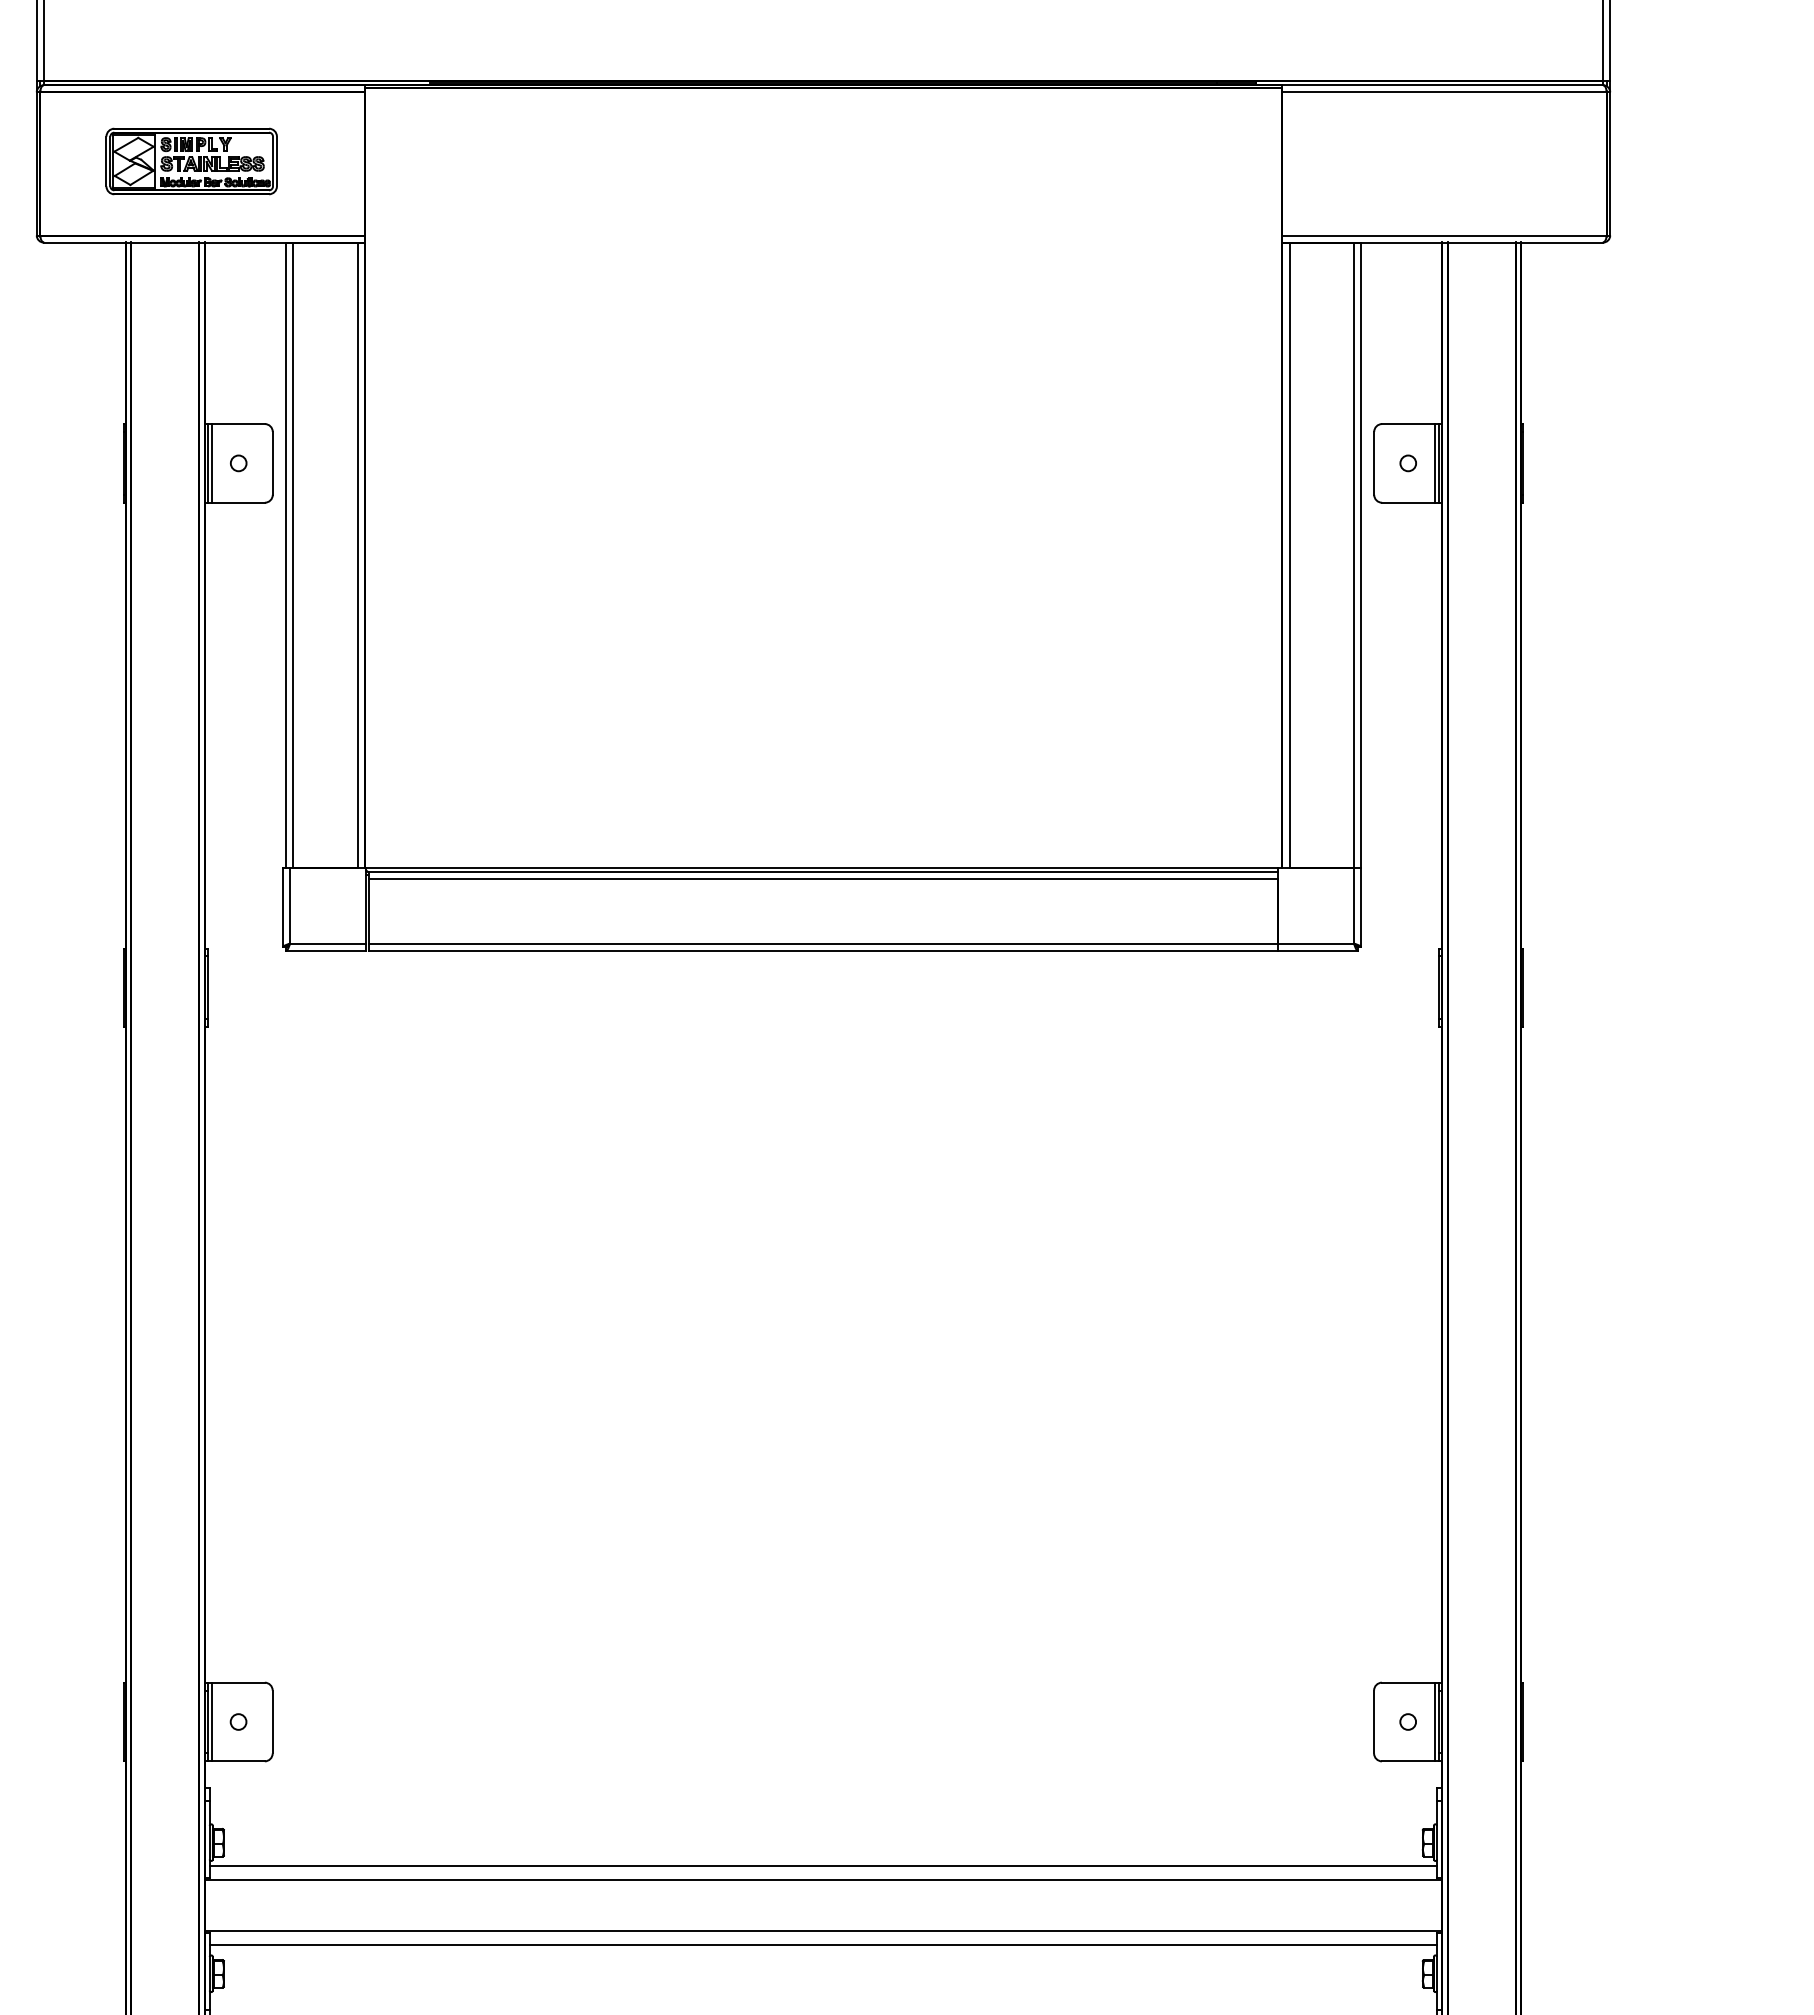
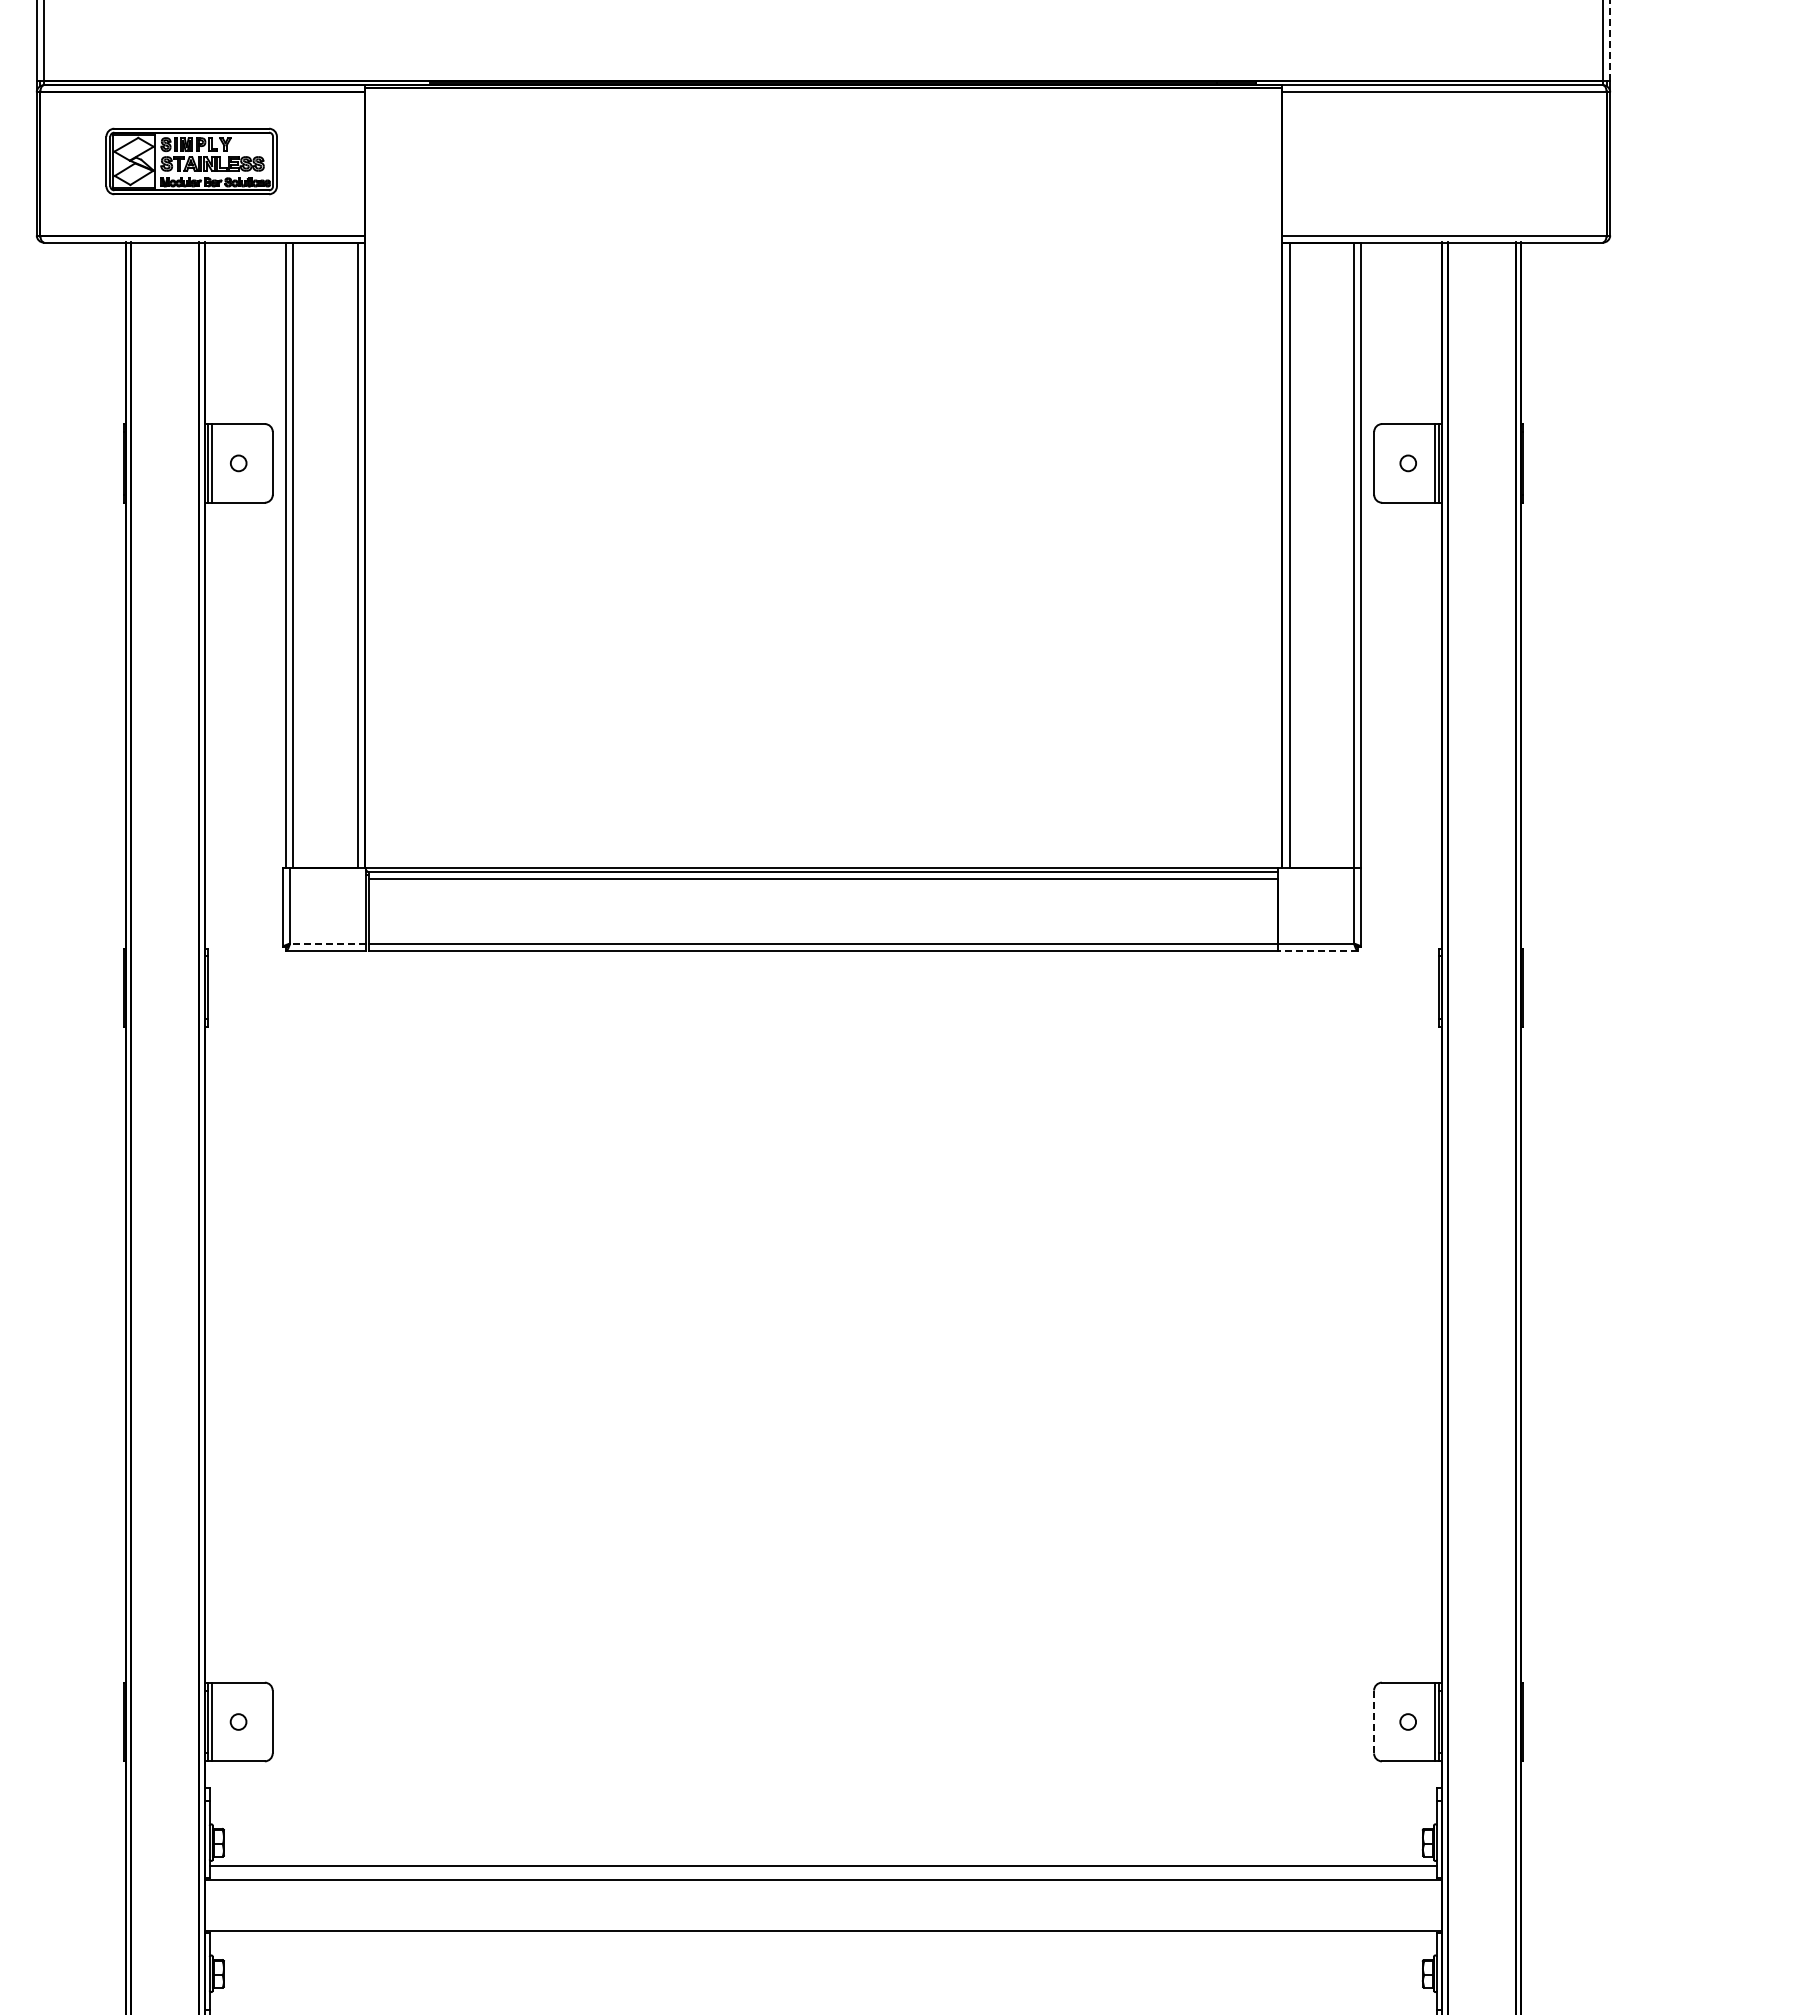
line at (1610, 40): solid -> dashed
line at (327, 943): solid -> dashed
line at (1318, 950): solid -> dashed
line at (1374, 1722): solid -> dashed
line at (823, 1944): present -> none
